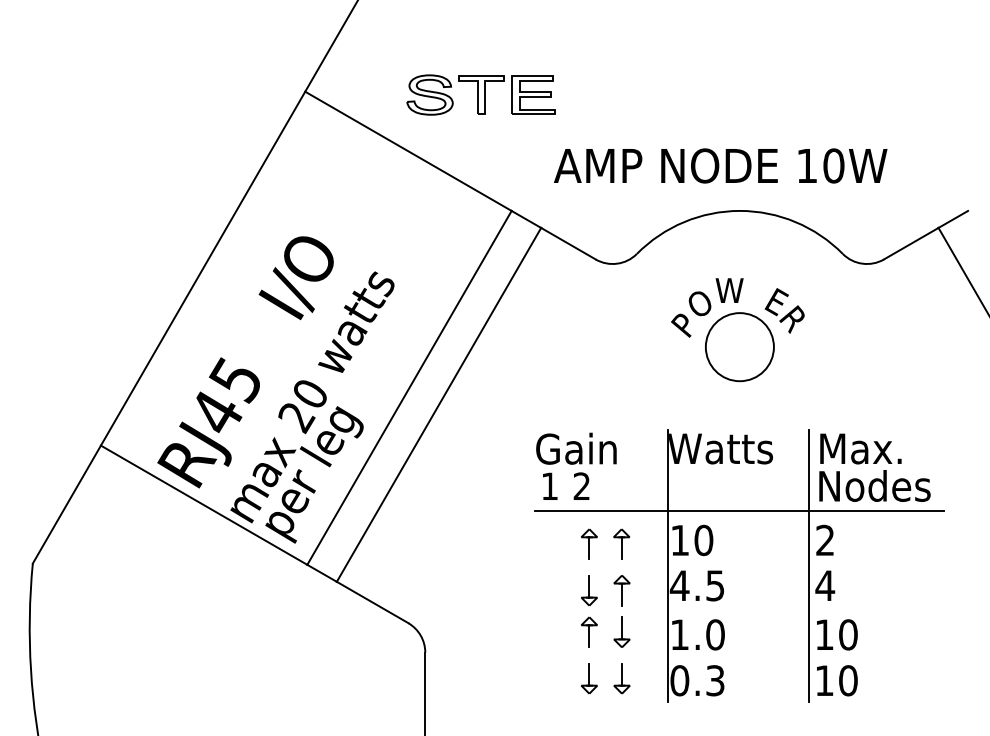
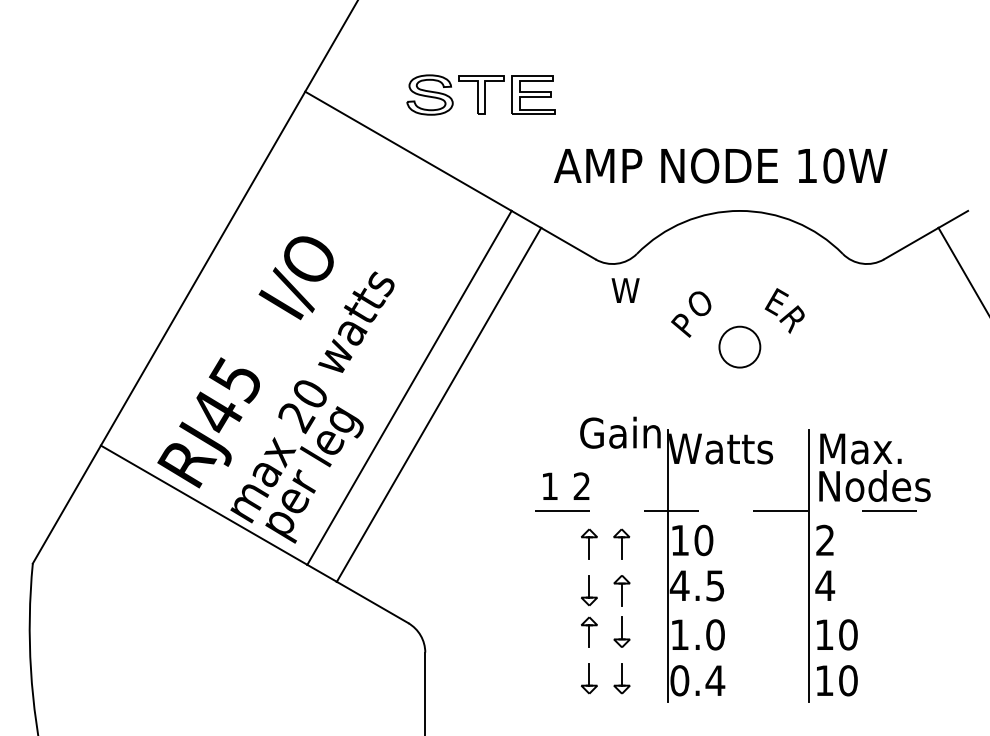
text at (729, 290) position: (729, 290) -> (625, 290)
circle at (739, 347) diameter: 68 px -> 41 px
text at (576, 448) position: (576, 448) -> (620, 432)
line at (739, 510): solid -> dashed
text at (715, 680): 0.3 -> 0.4
